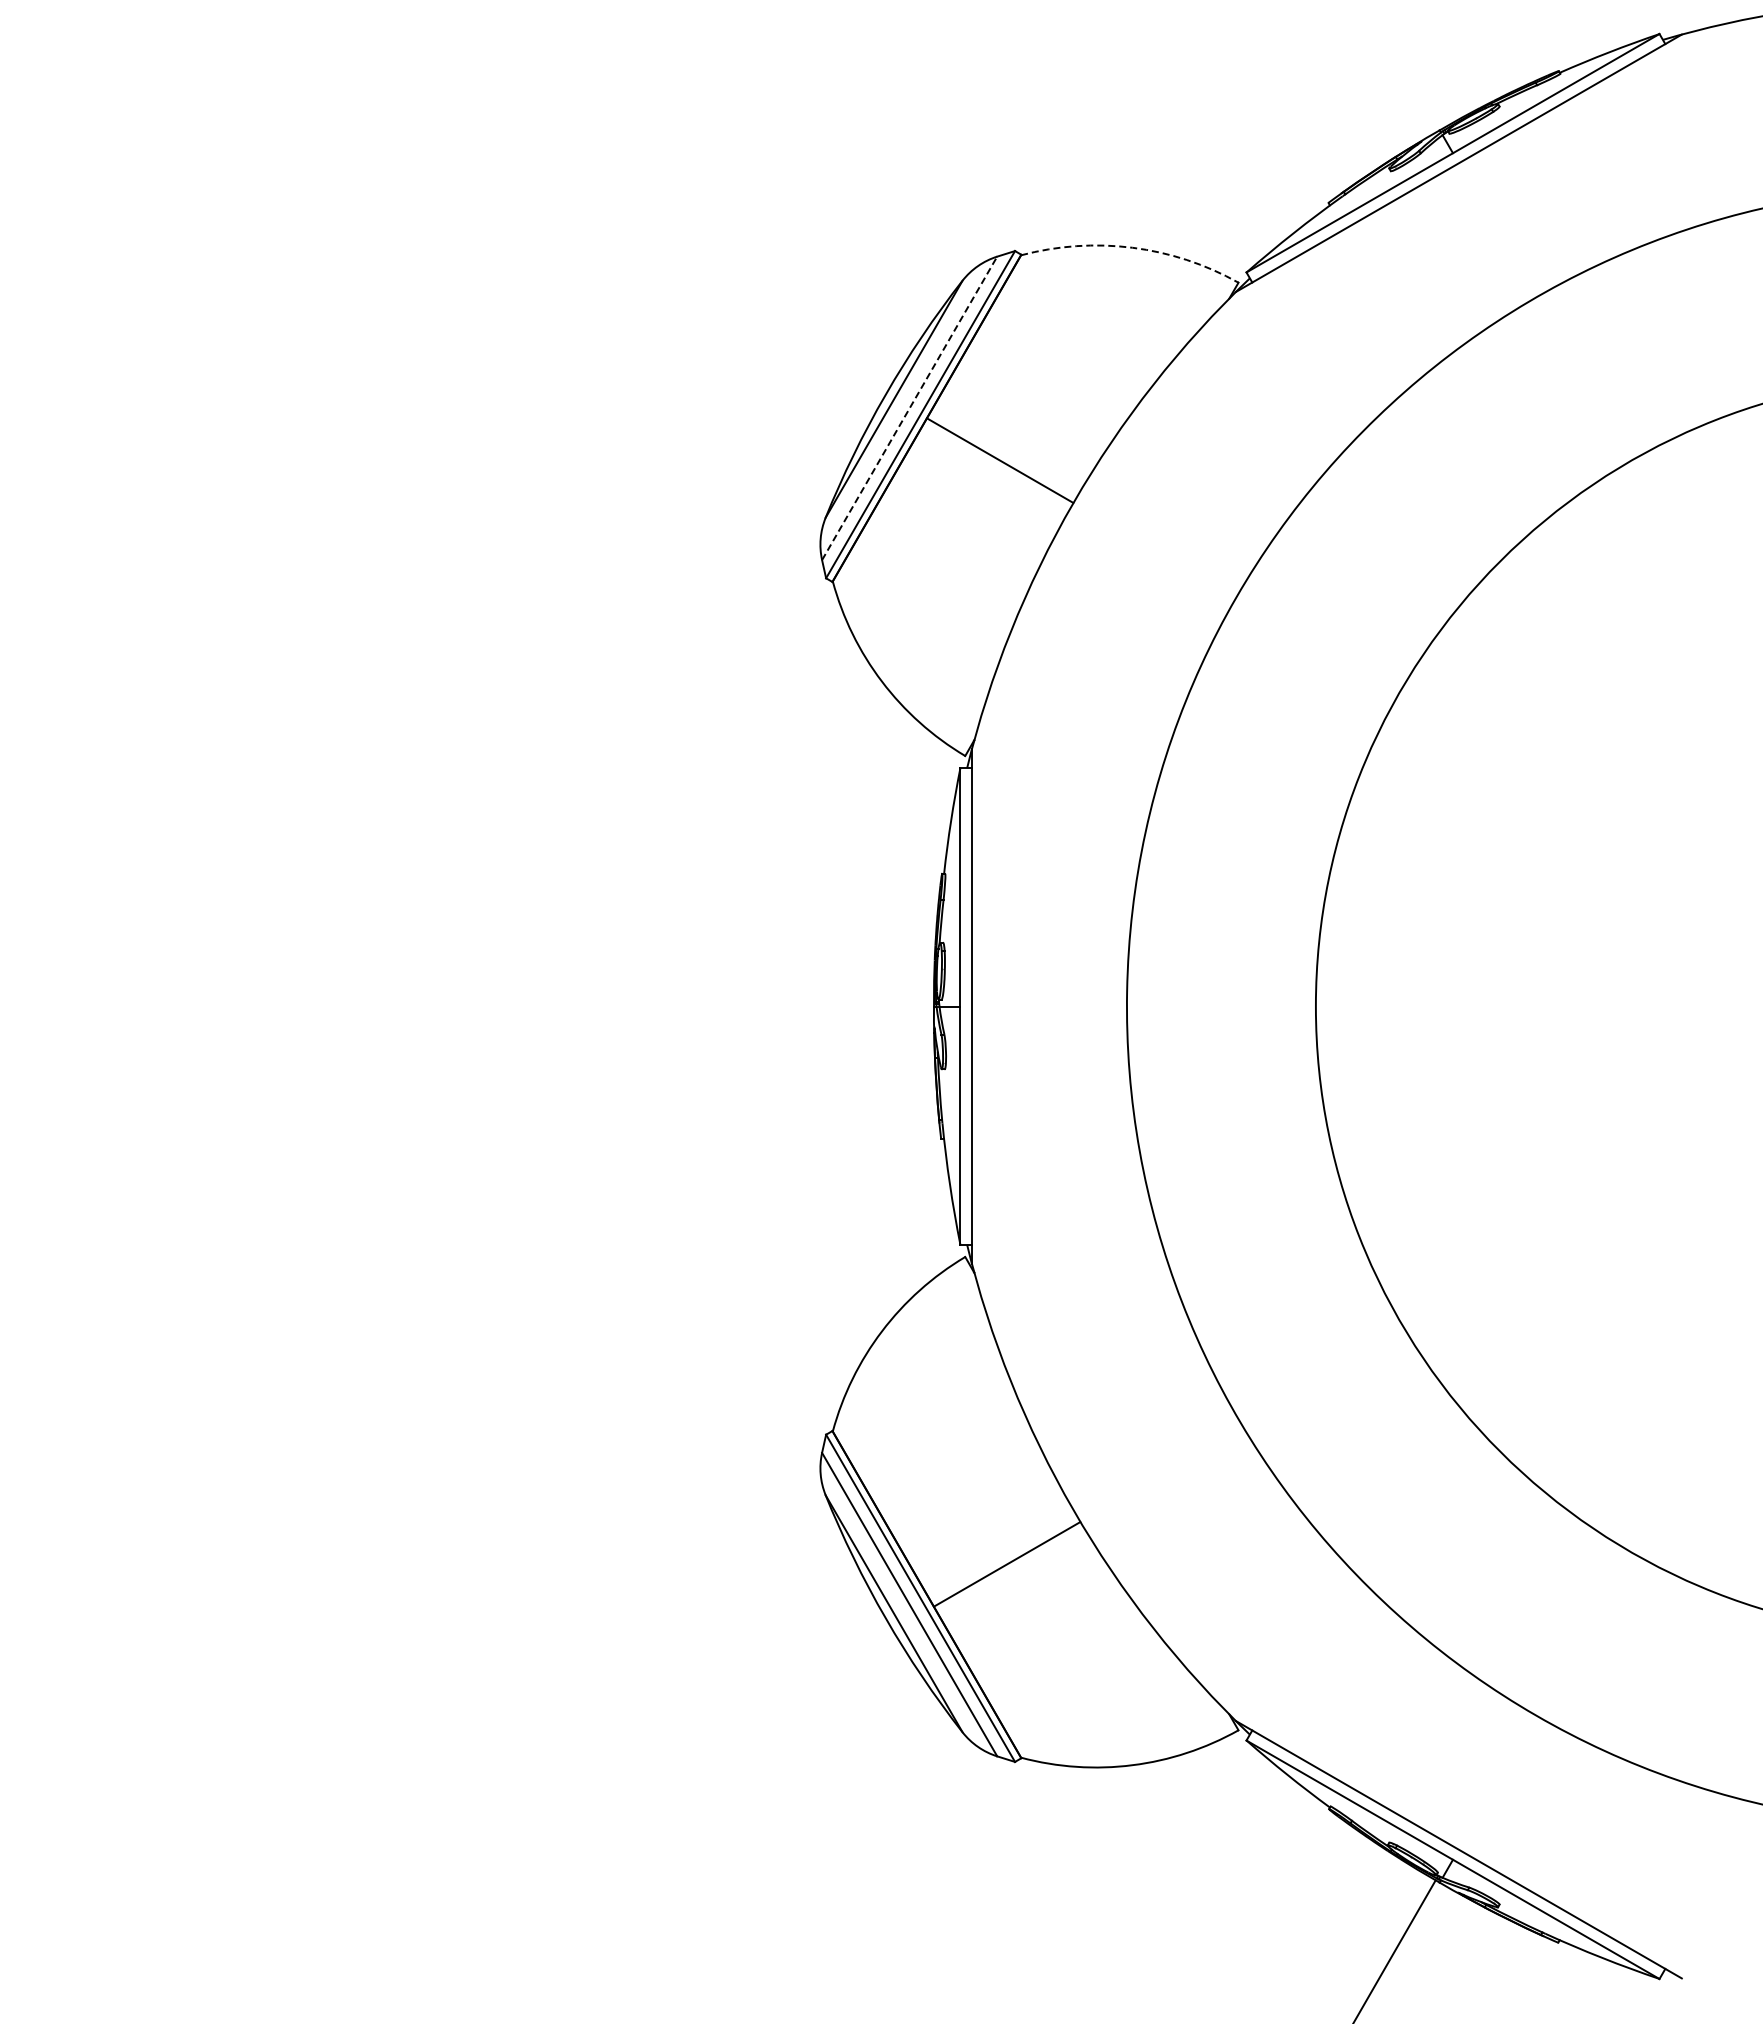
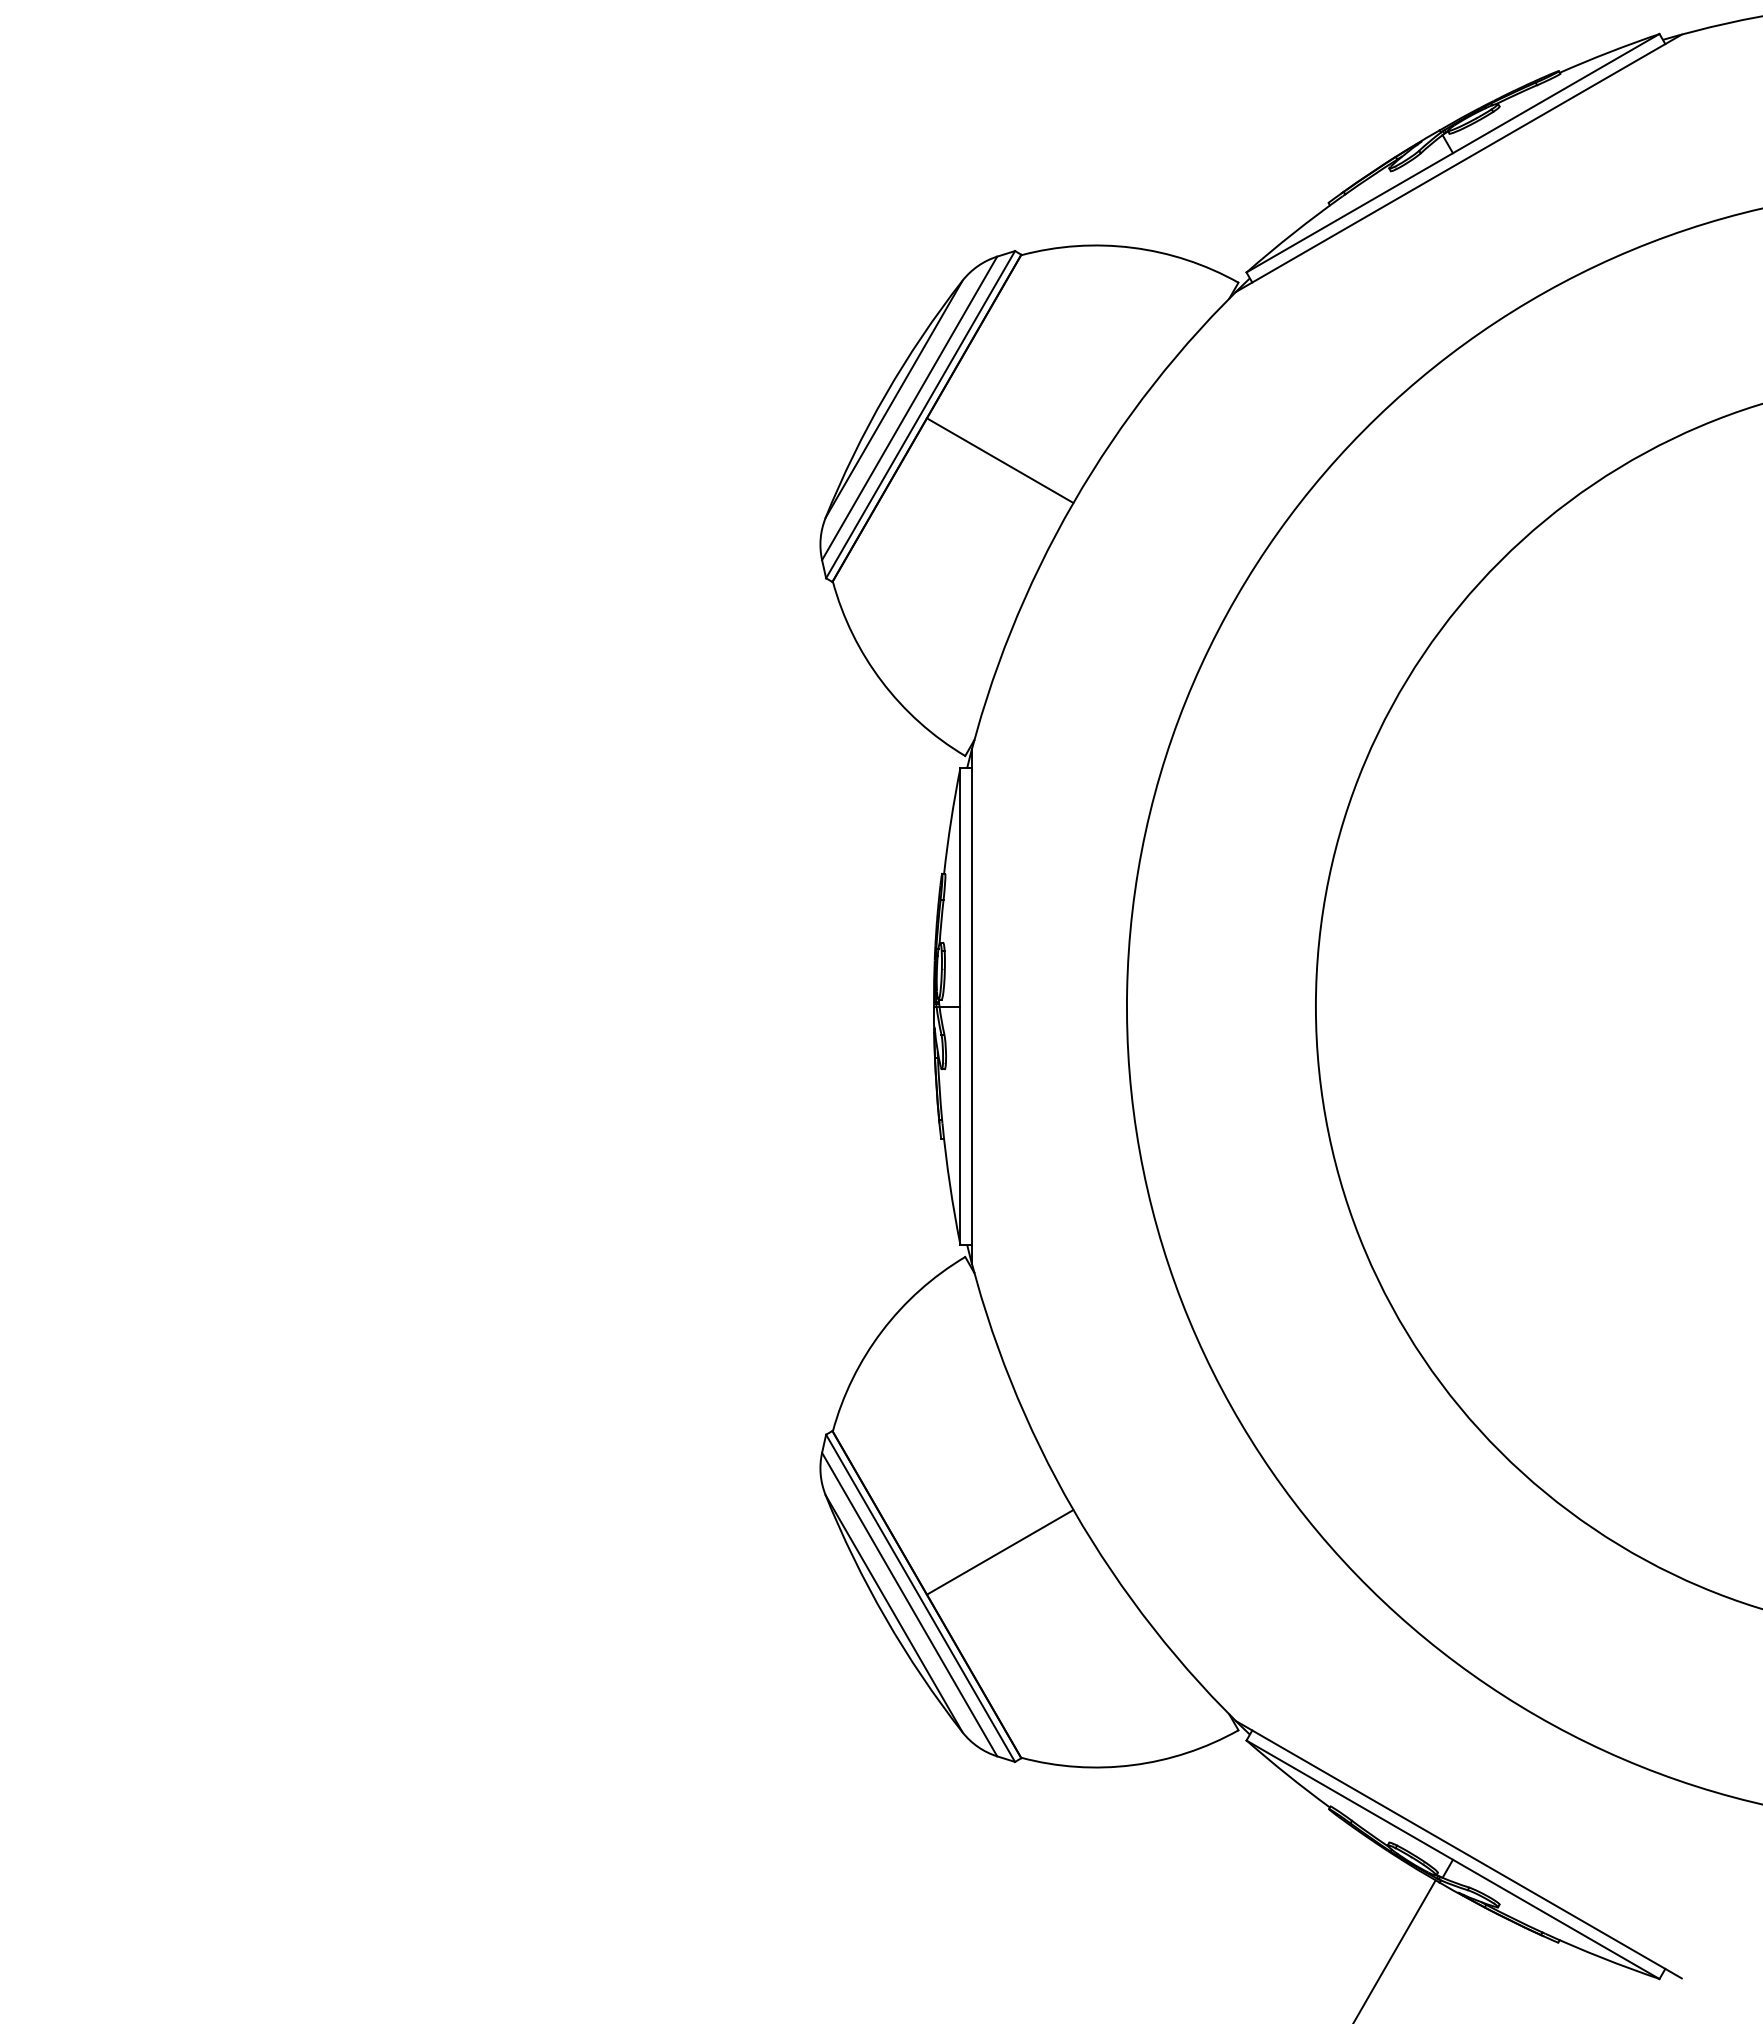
arc at (1132, 247): dashed -> solid
line at (909, 407): dashed -> solid
line at (1007, 1564) position: (1007, 1564) -> (1000, 1552)
